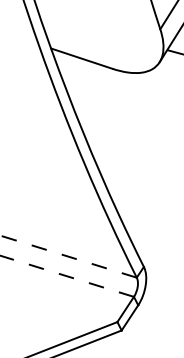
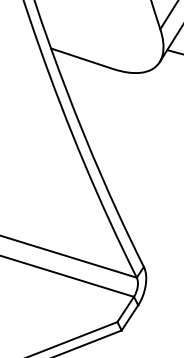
line at (68, 256): dashed -> solid
line at (67, 276): dashed -> solid
